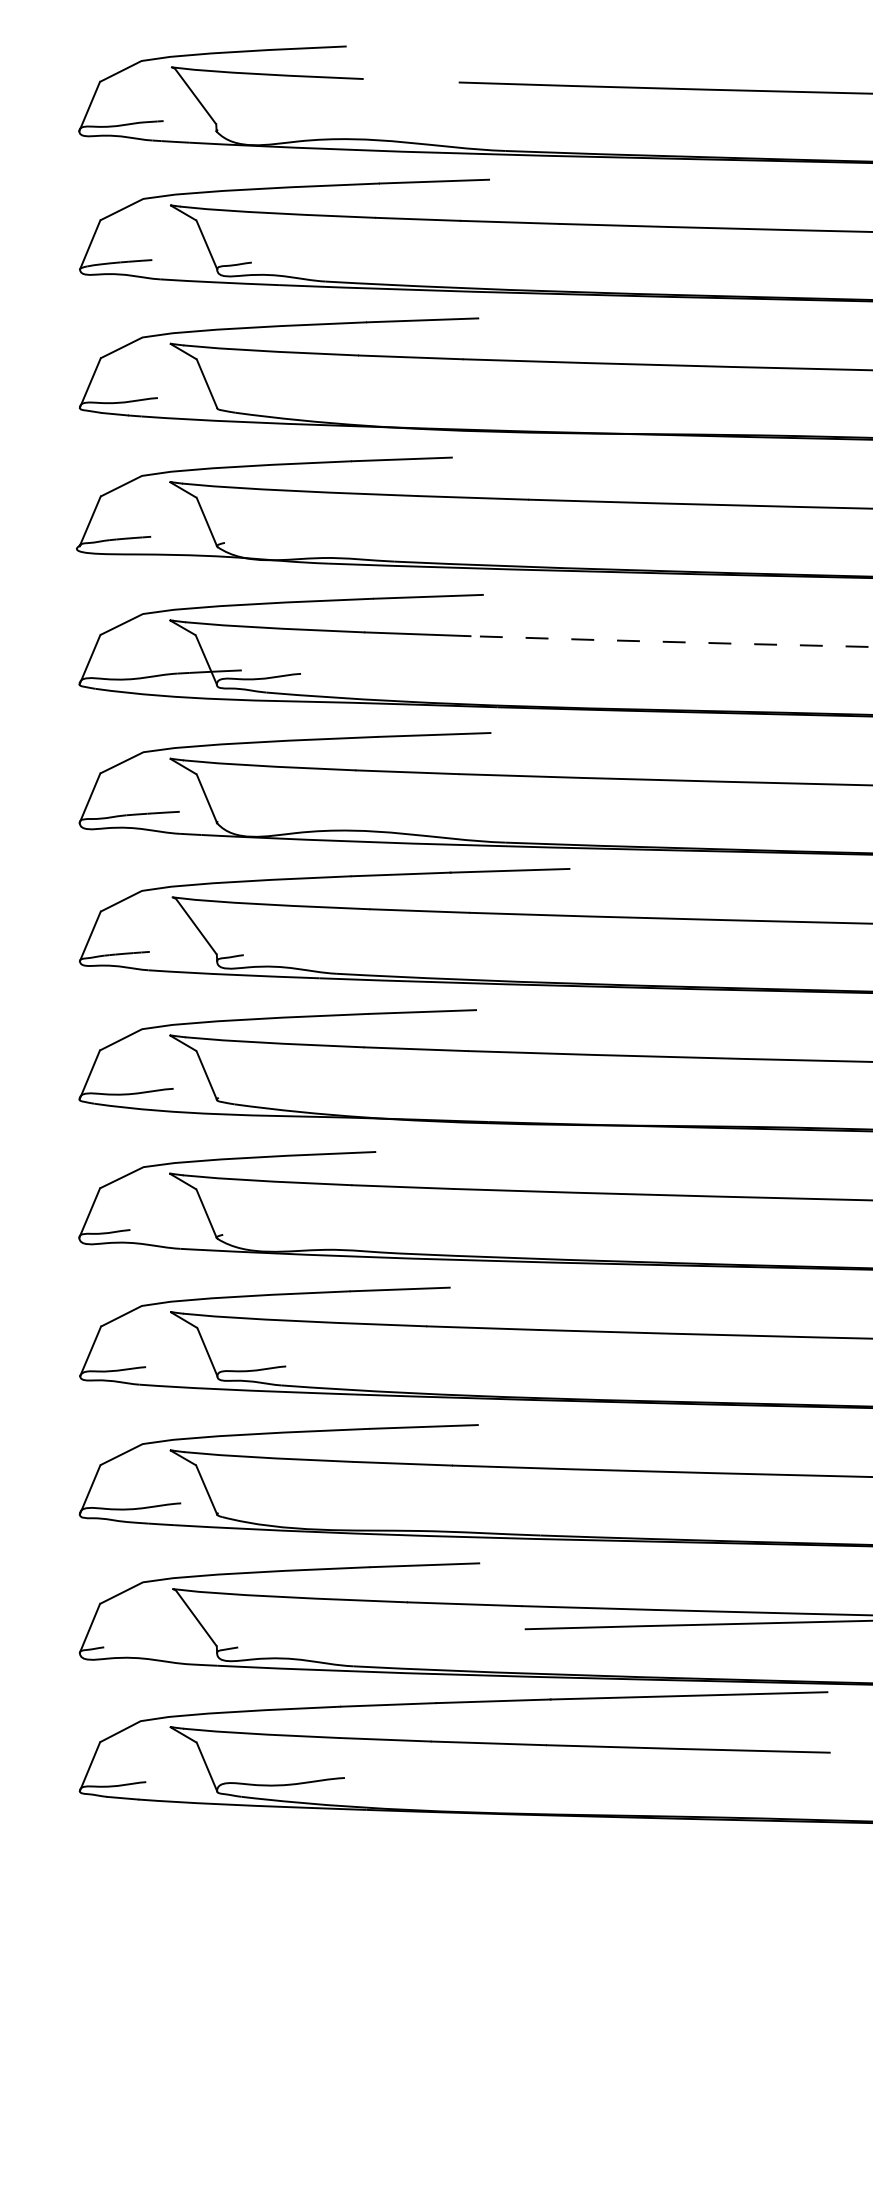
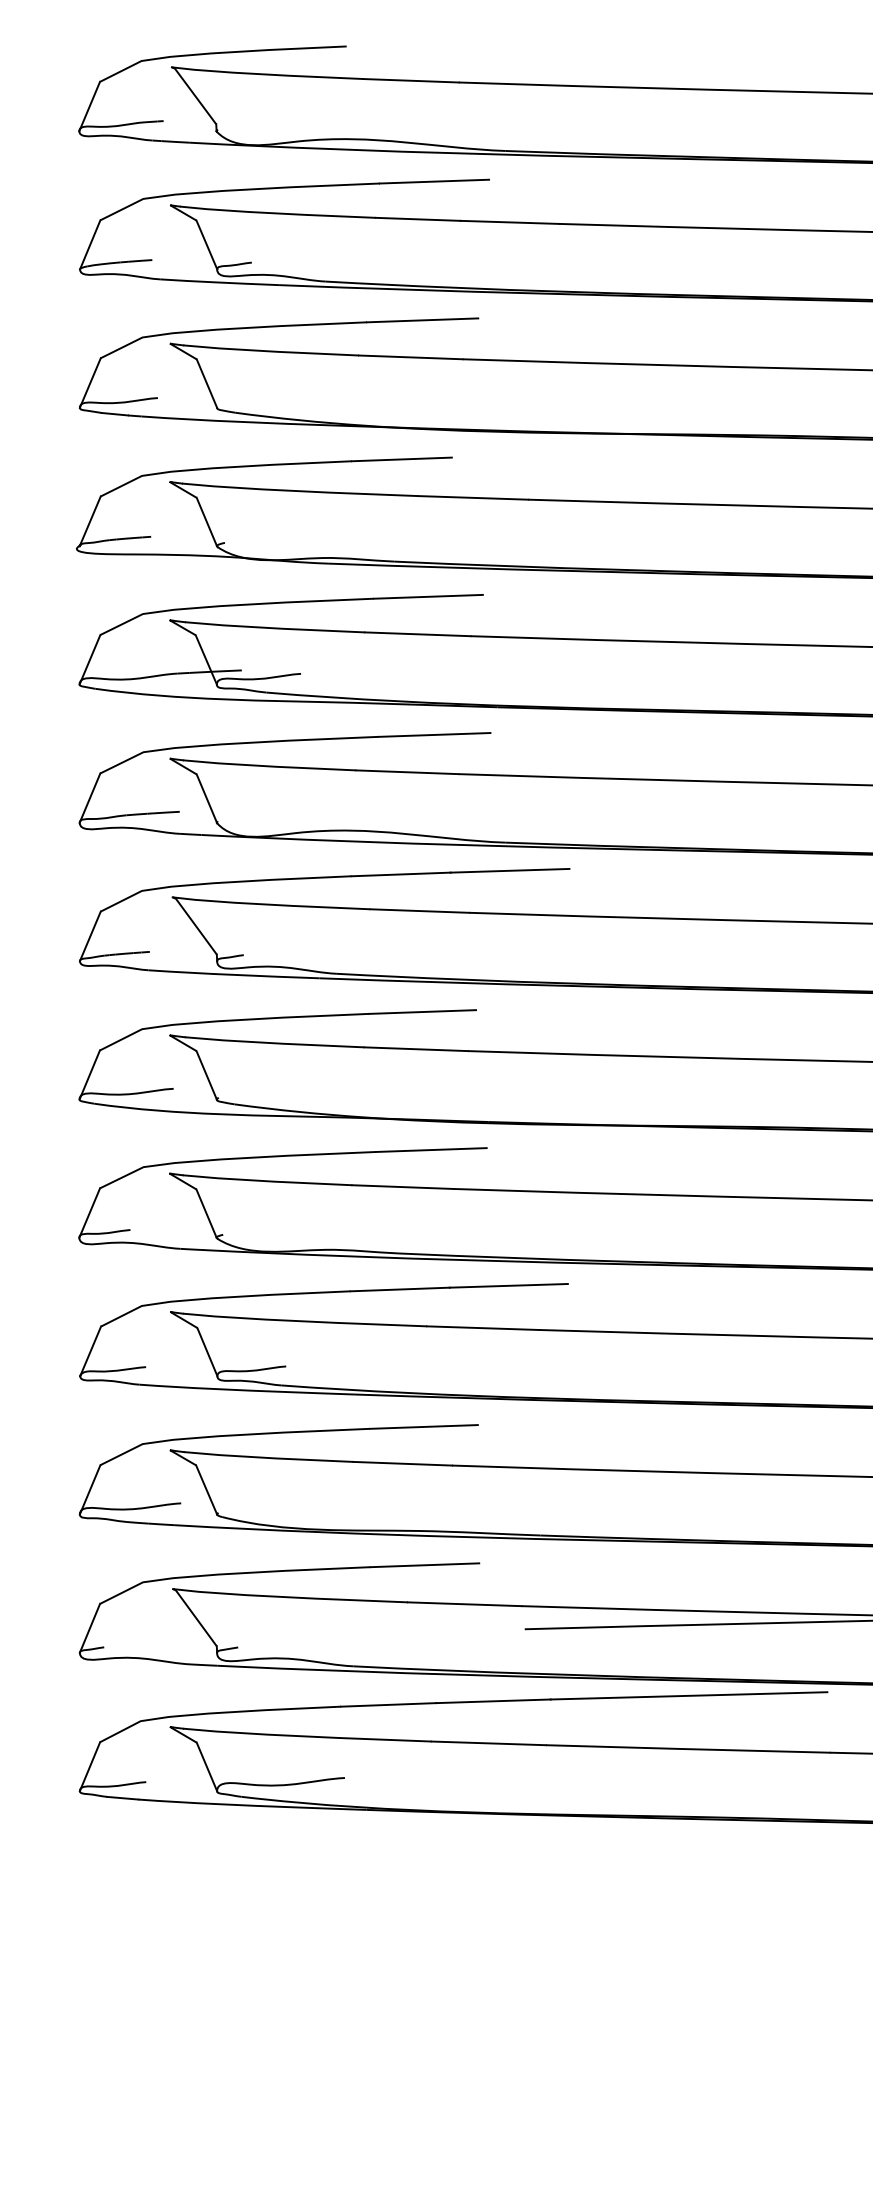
line at (410, 80): none -> present
line at (671, 642): dashed -> solid
line at (431, 1149): none -> present
line at (508, 1285): none -> present
line at (849, 1752): none -> present
